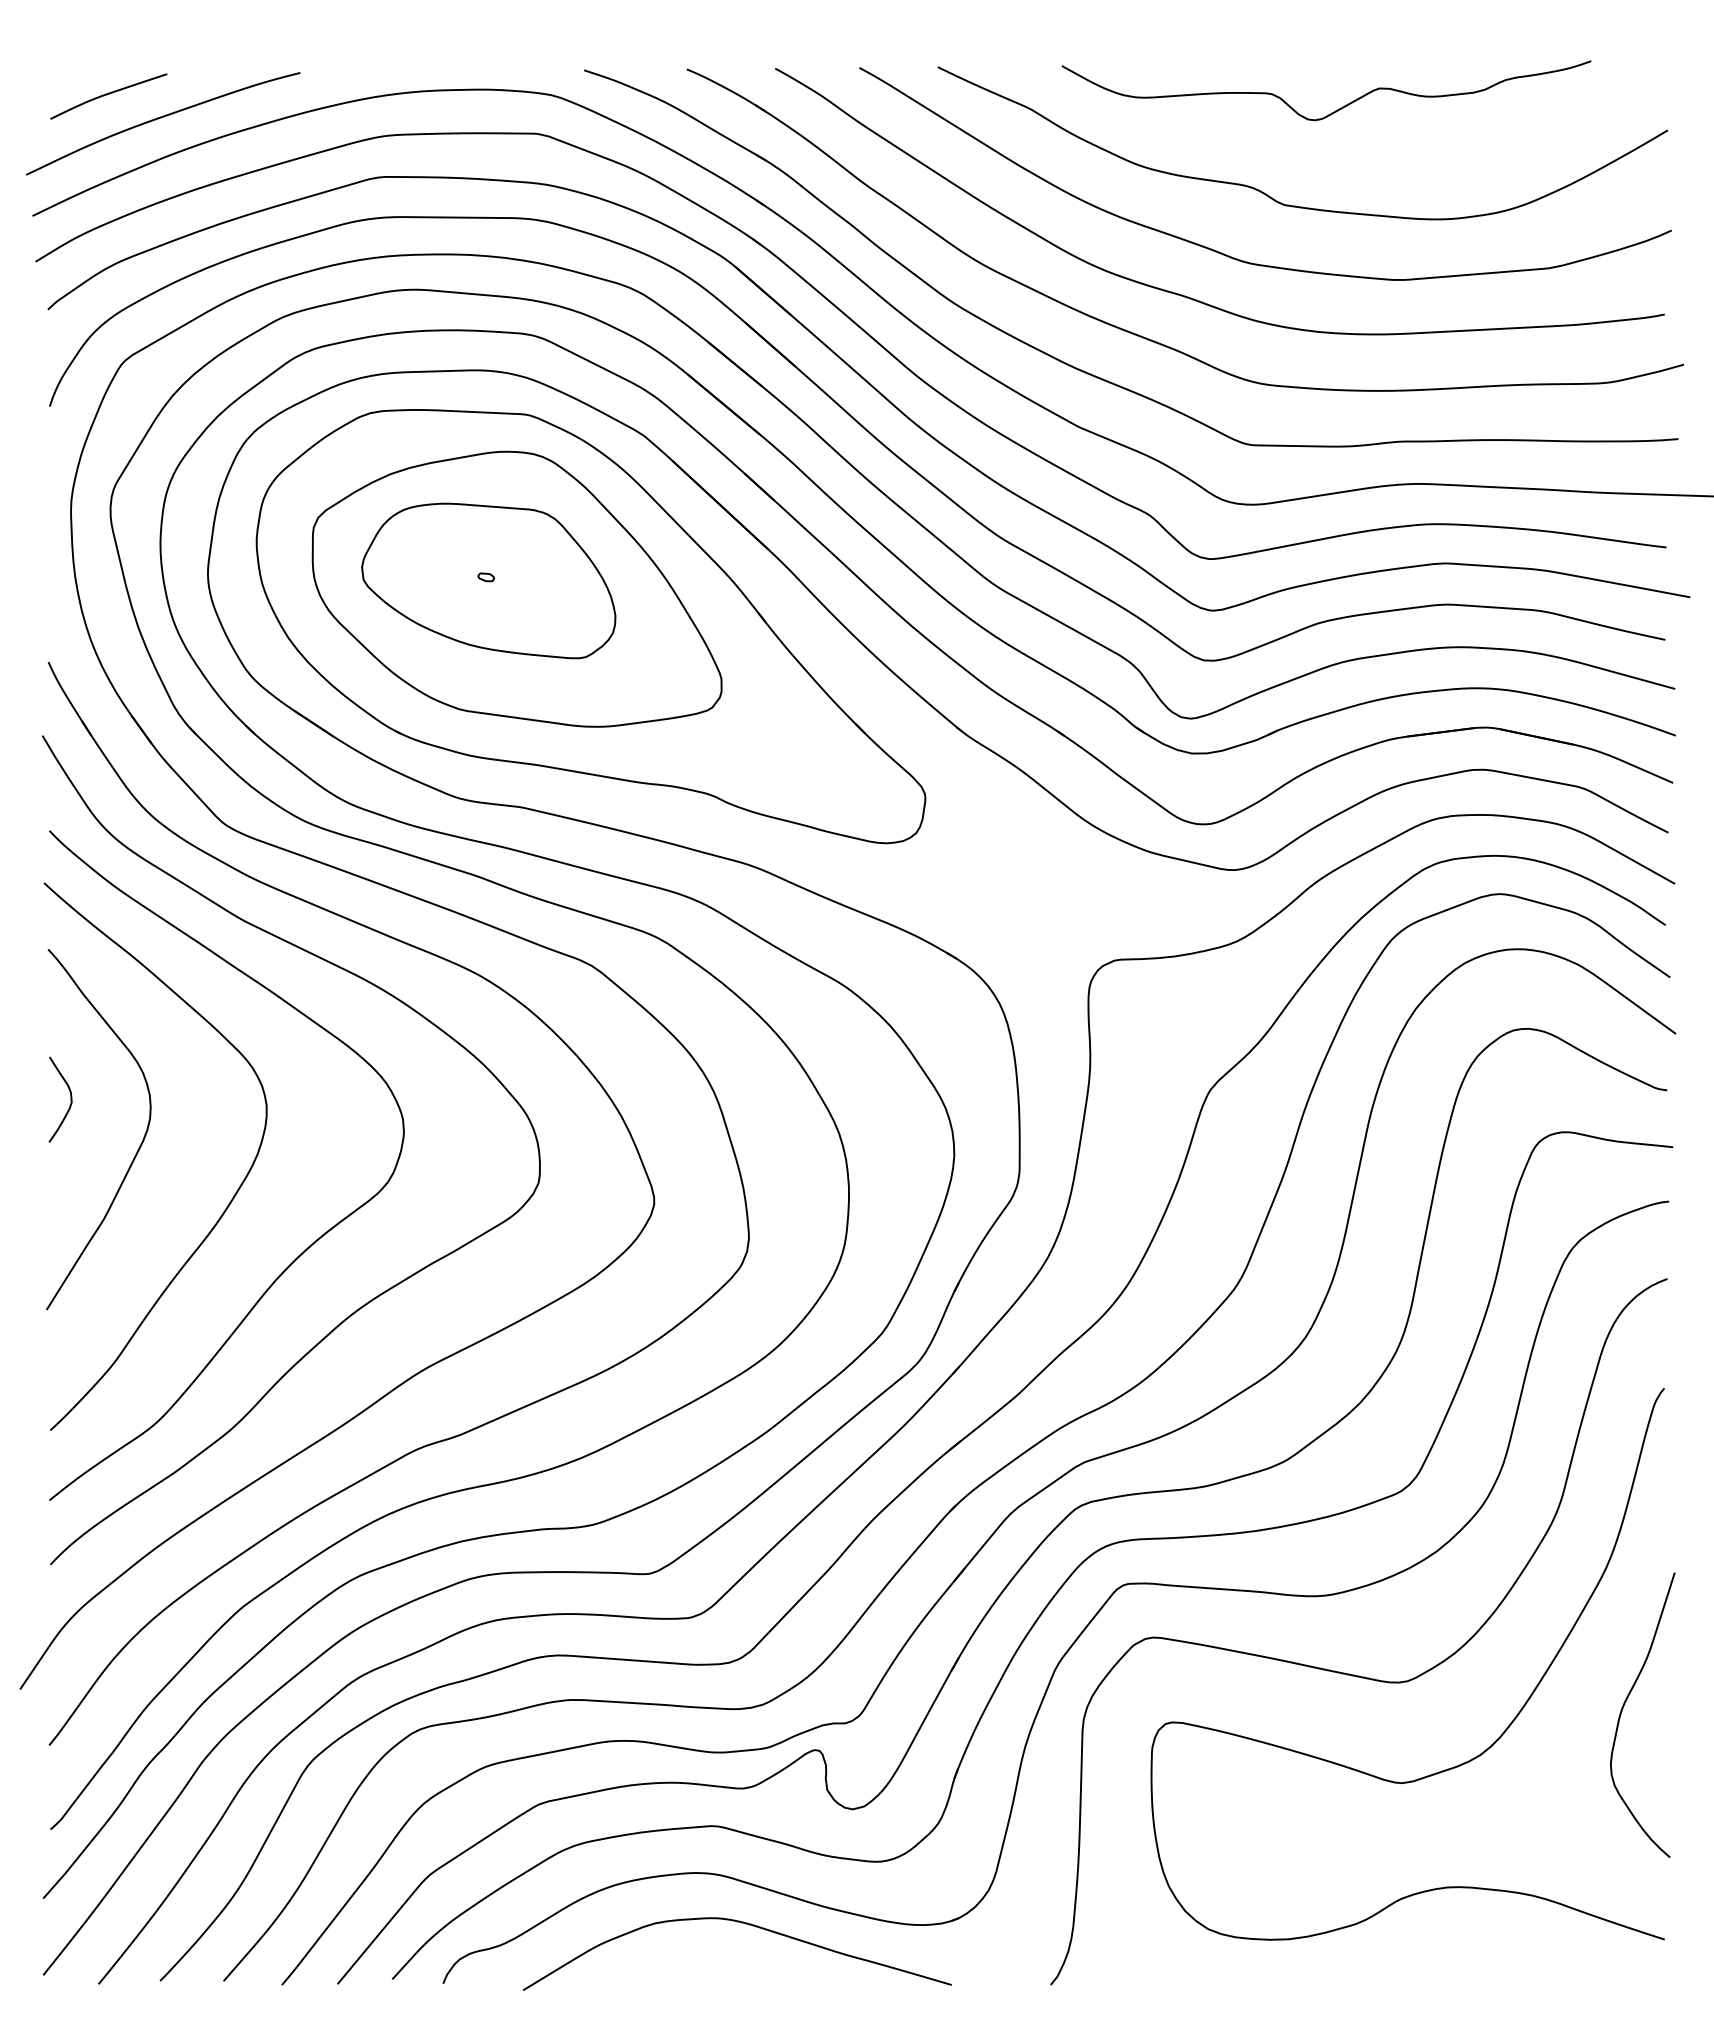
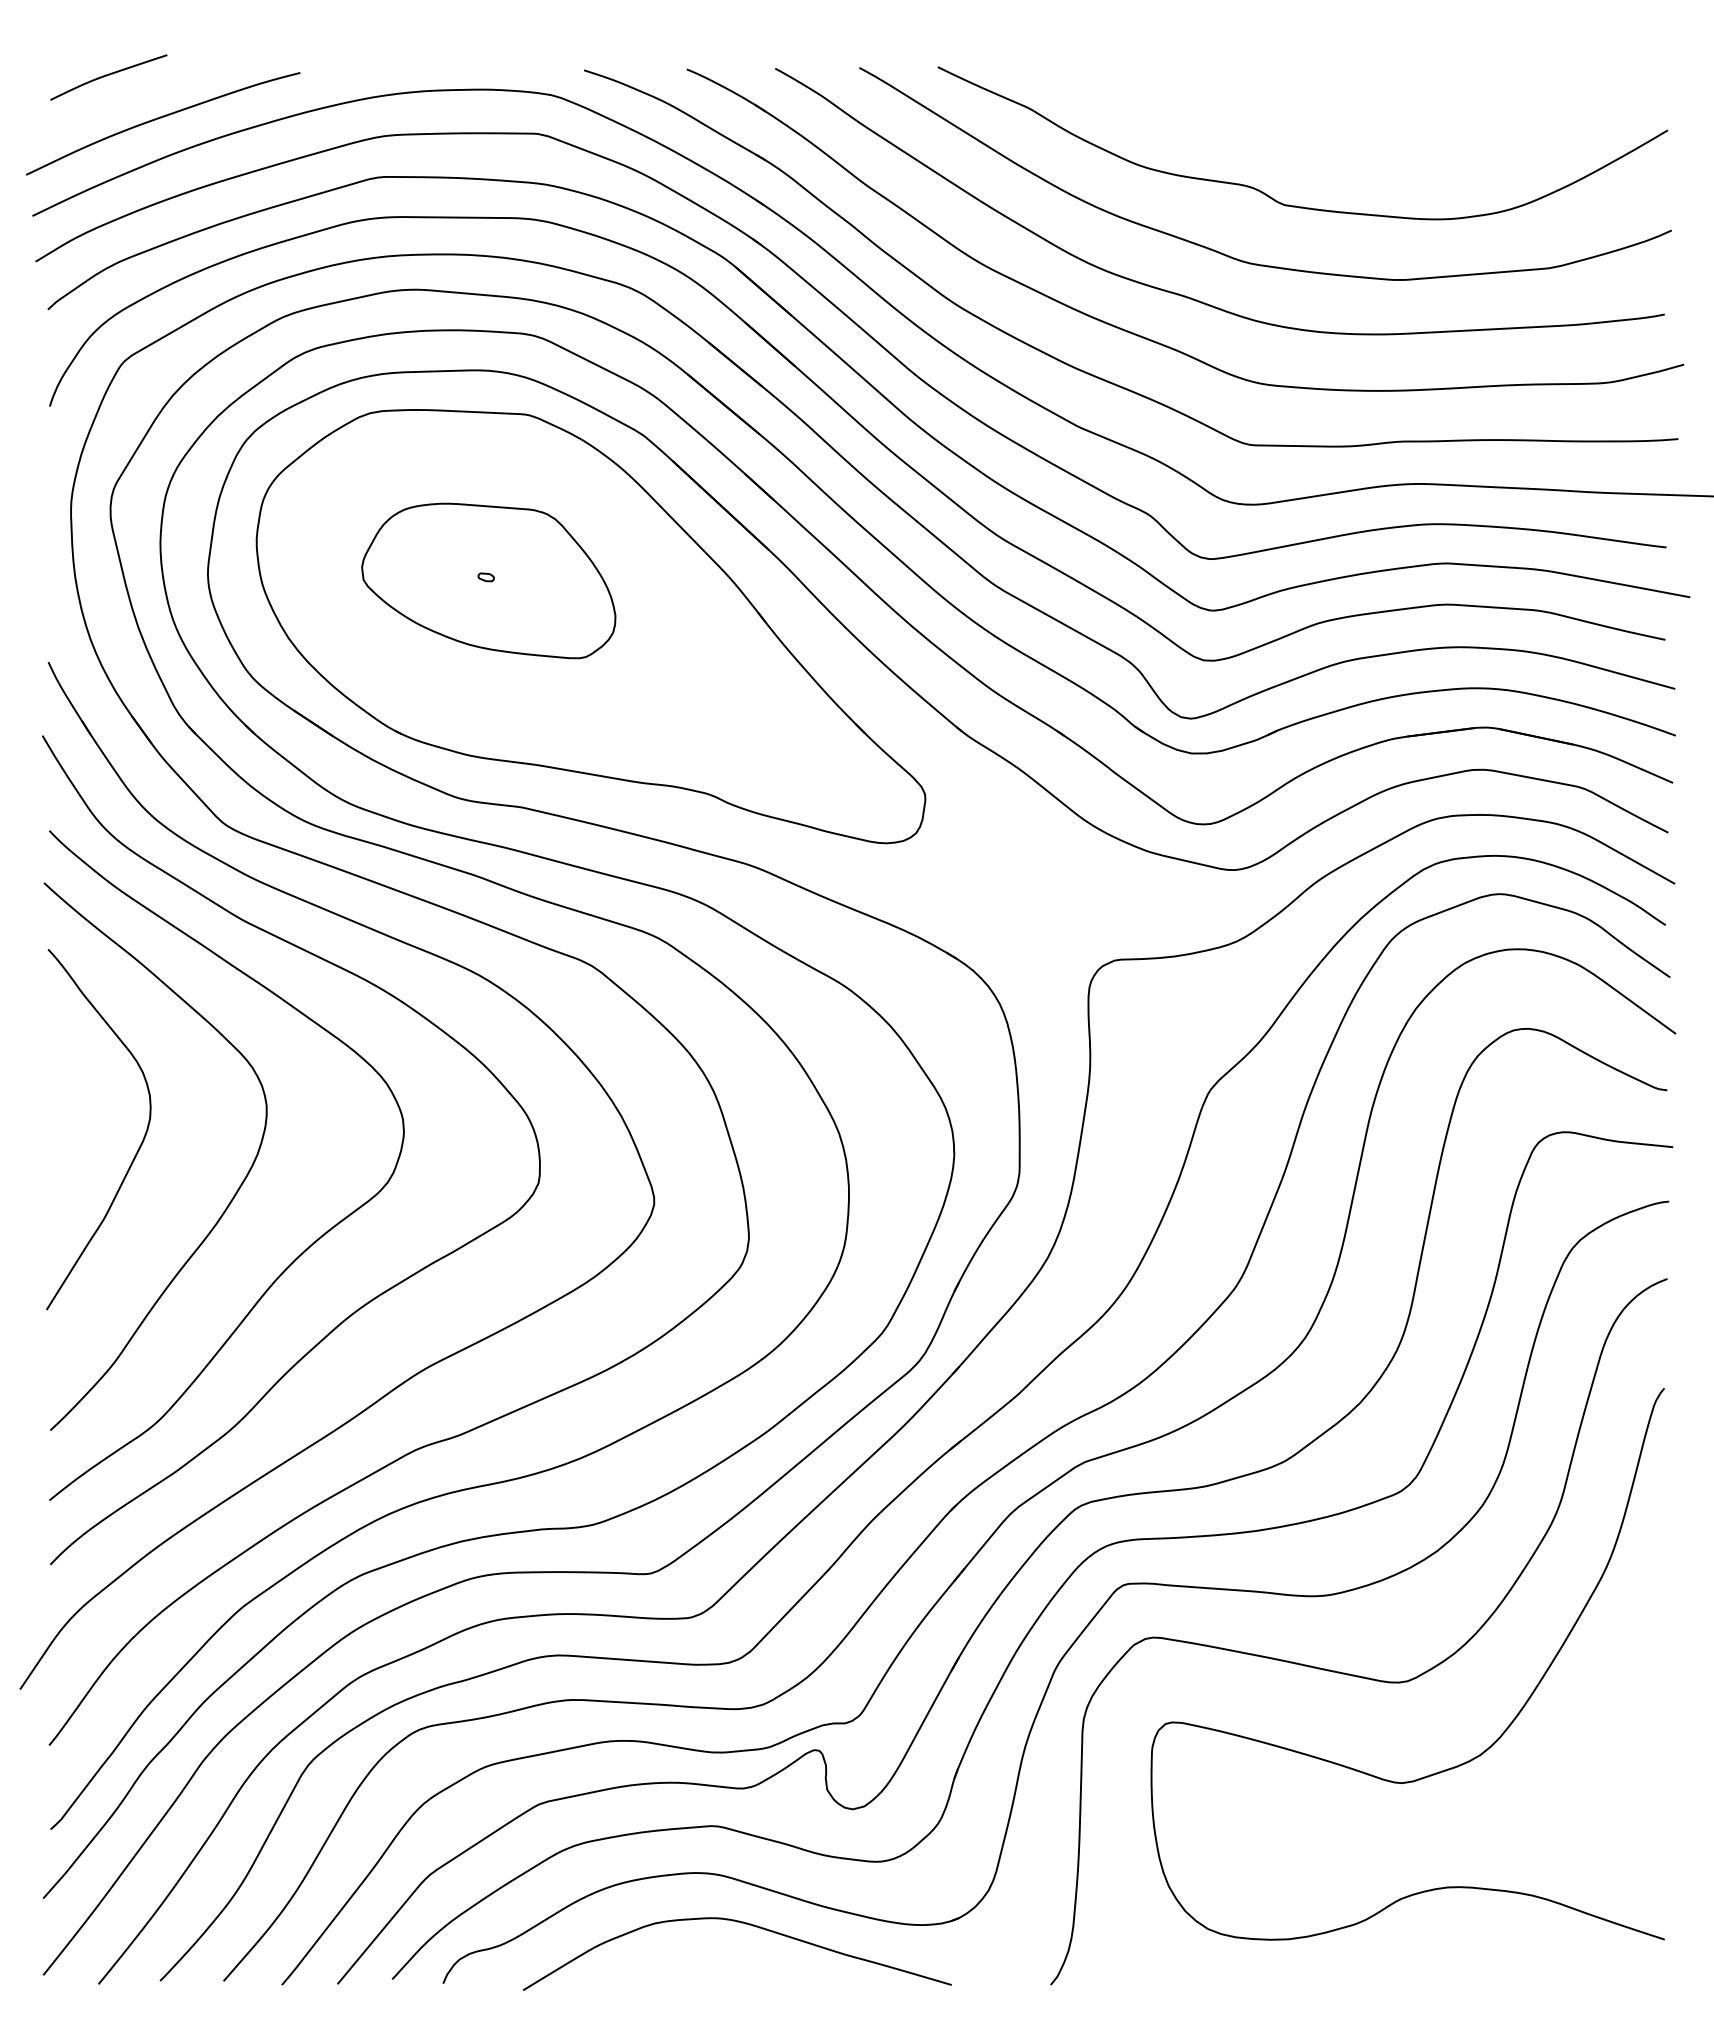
curve at (108, 94) position: (108, 94) -> (108, 75)
curve at (1335, 110): present -> none
part at (516, 588): present -> none
curve at (70, 1099): present -> none
curve at (1624, 1706): present -> none
